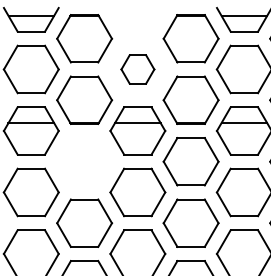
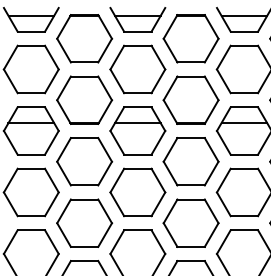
part at (137, 19): none -> present
part at (137, 69) size: 36x31 px -> 58x51 px
part at (84, 161): none -> present
